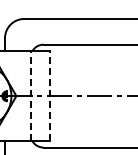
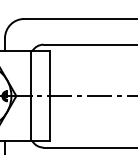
line at (31, 95): dashed -> solid
line at (50, 95): dashed -> solid
